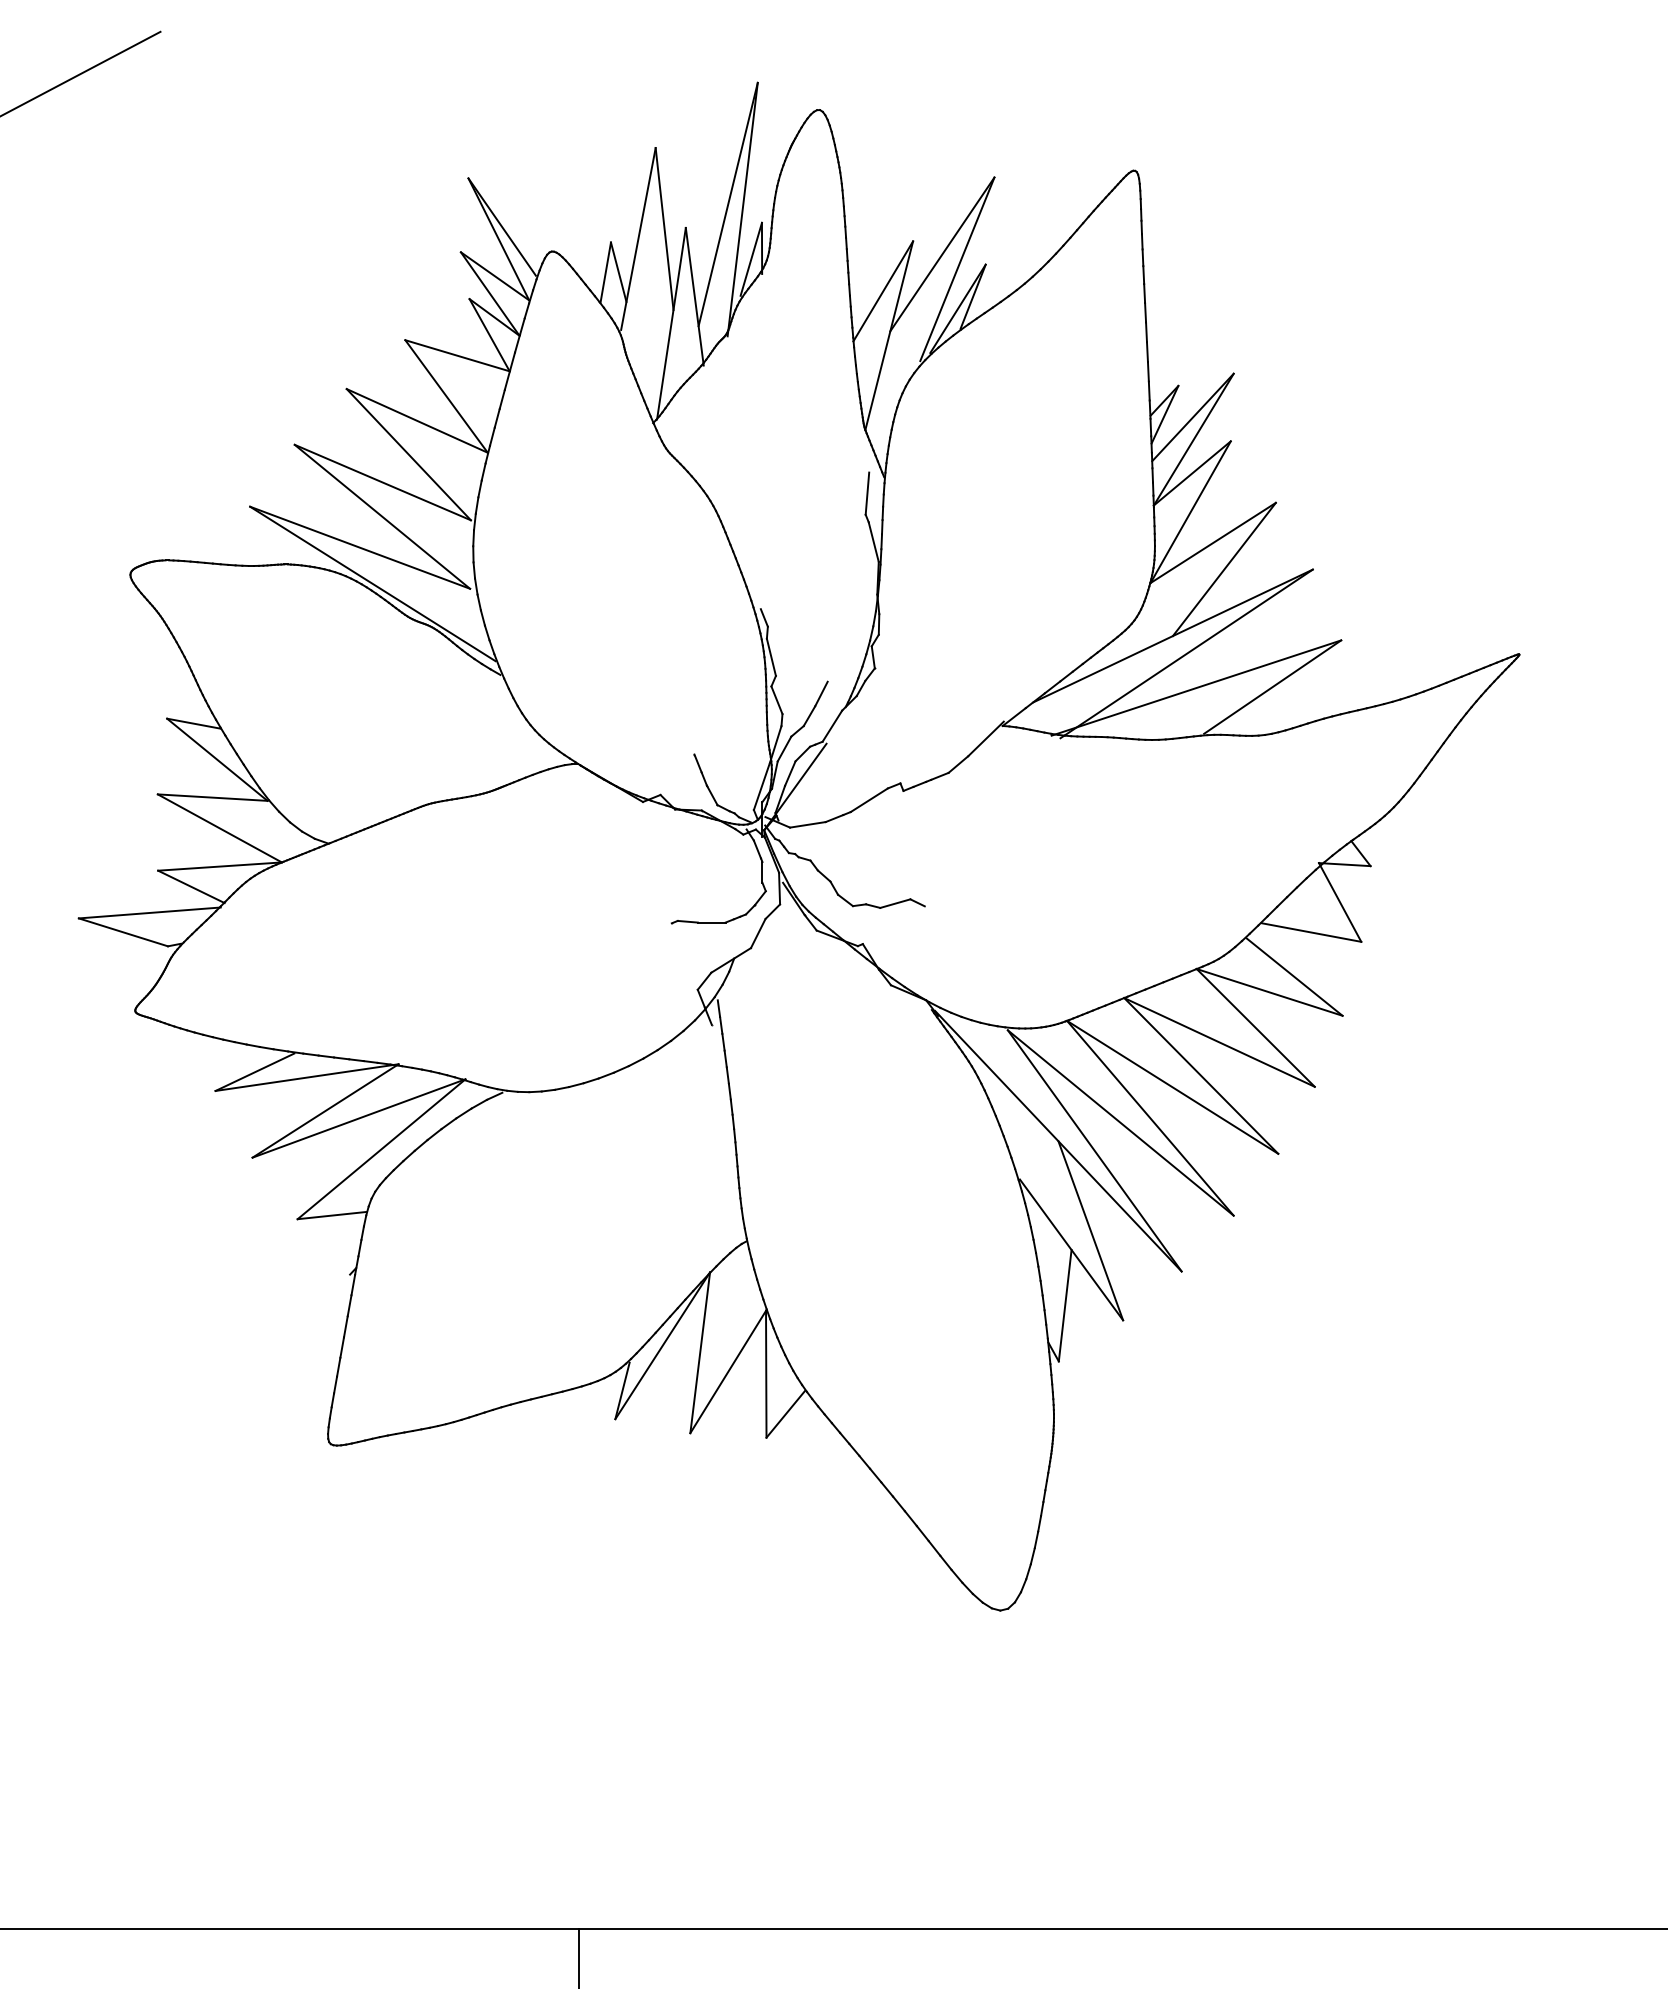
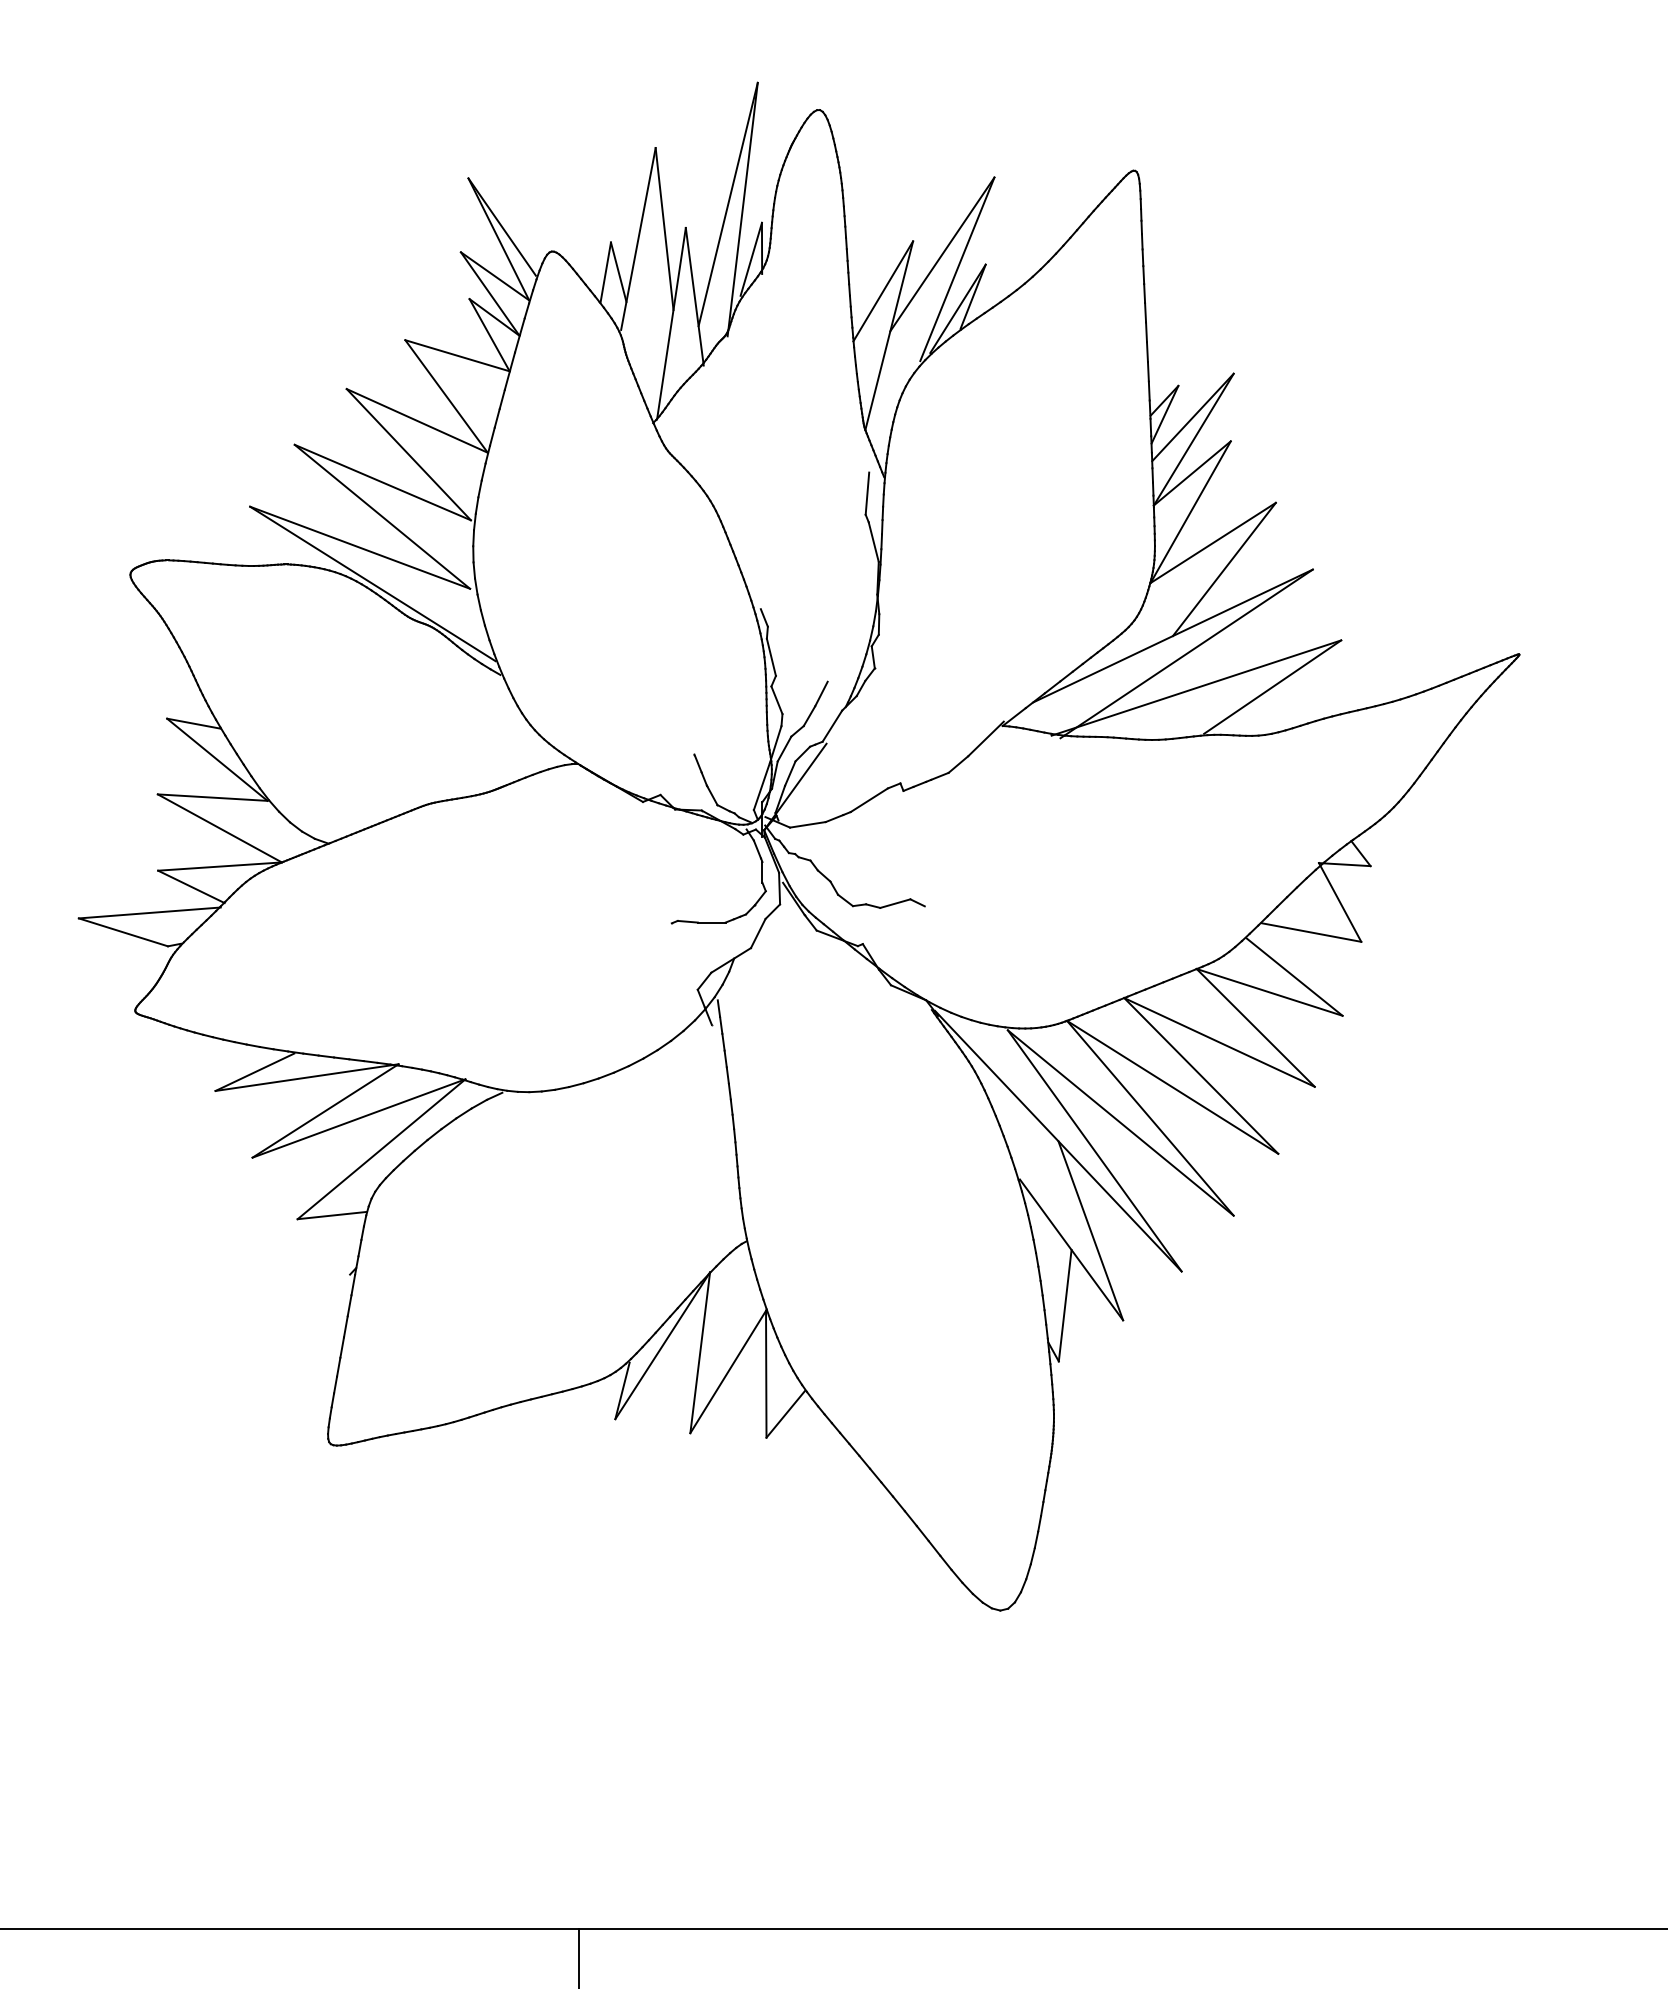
line at (81, 73): present -> none
